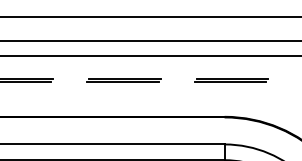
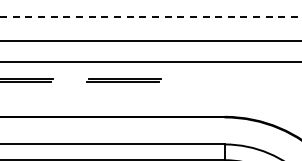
line at (150, 16): solid -> dashed
line at (150, 56) position: (150, 56) -> (150, 62)
line at (231, 79): present -> none
